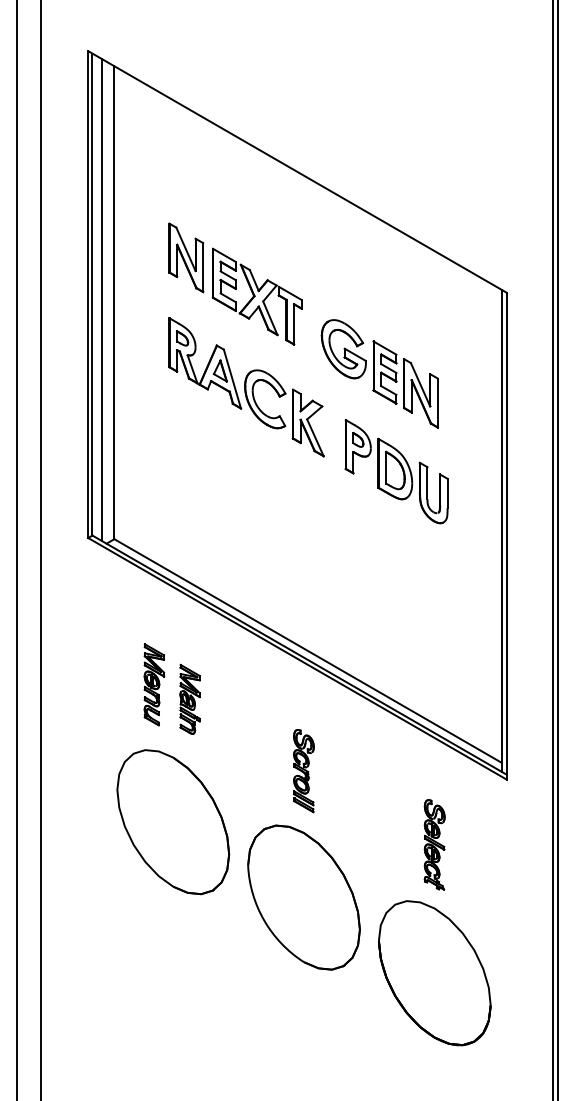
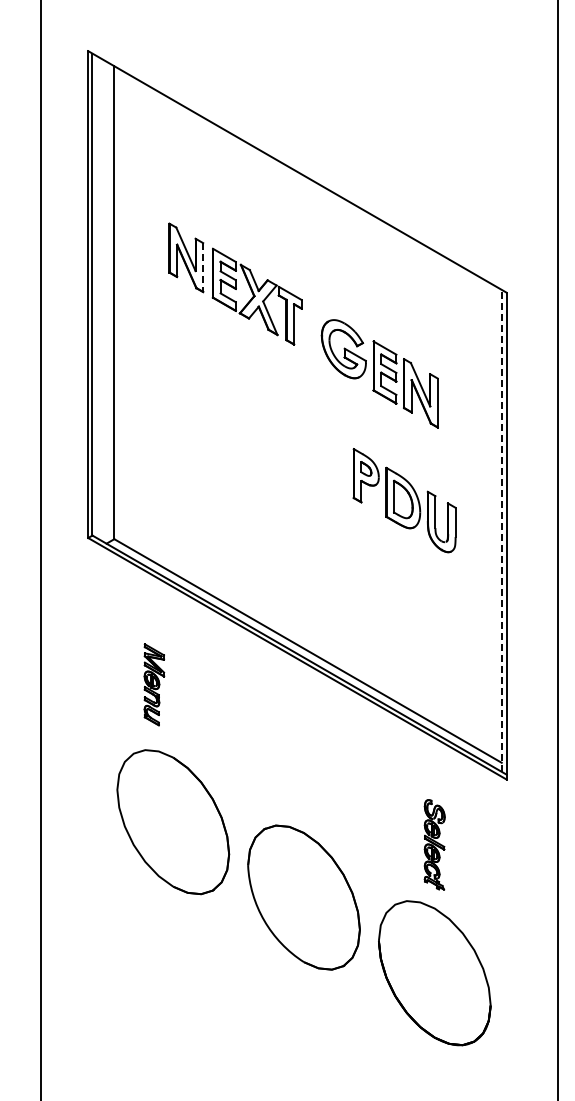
line at (203, 267): solid -> dashed
line at (101, 299): present -> none
part at (246, 387): present -> none
part at (396, 471) position: (396, 471) -> (404, 500)
line at (501, 530): solid -> dashed
line at (17, 549): present -> none
line at (553, 549): present -> none
part at (189, 698): present -> none
part at (303, 771): present -> none
